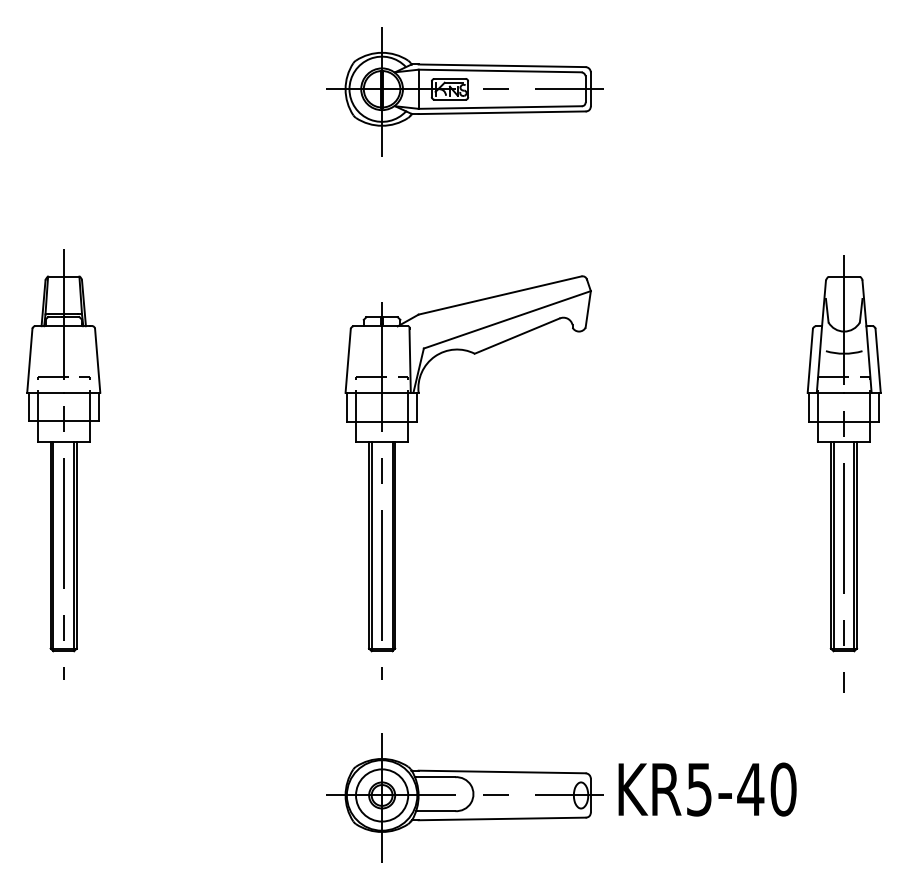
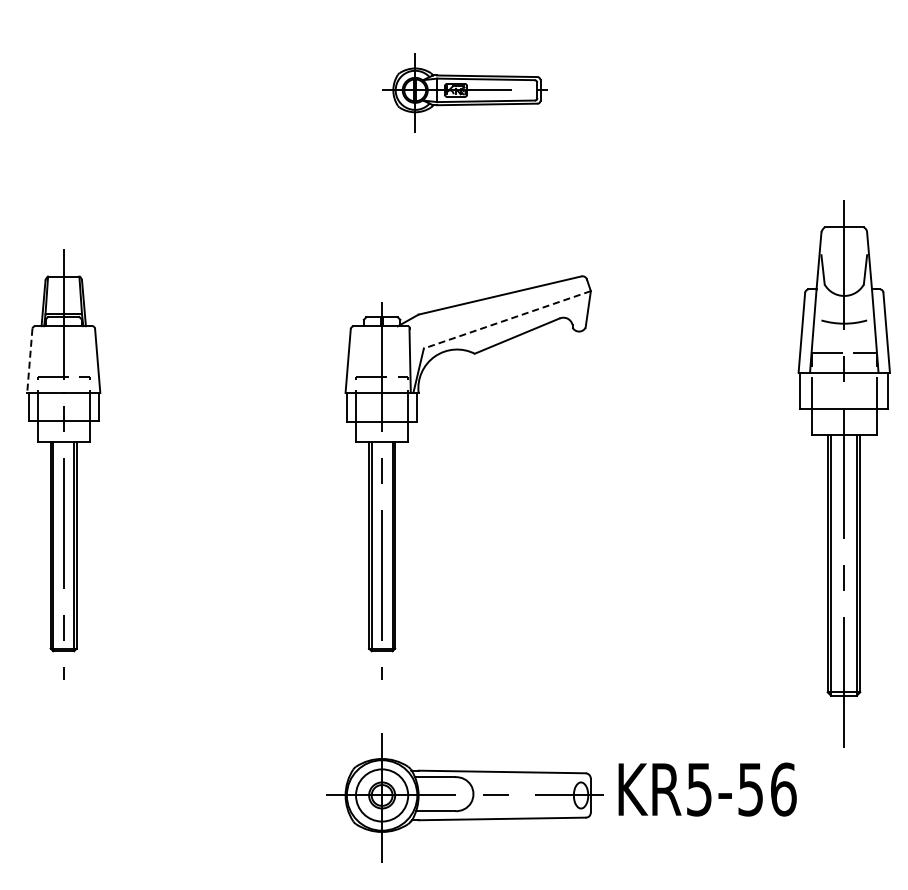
part at (464, 91) size: 278x130 px -> 166x80 px
line at (506, 320): solid -> dashed
line at (29, 361): solid -> dashed
part at (843, 473) size: 76x438 px -> 94x548 px
text at (766, 789): KR5-40 -> KR5-56
